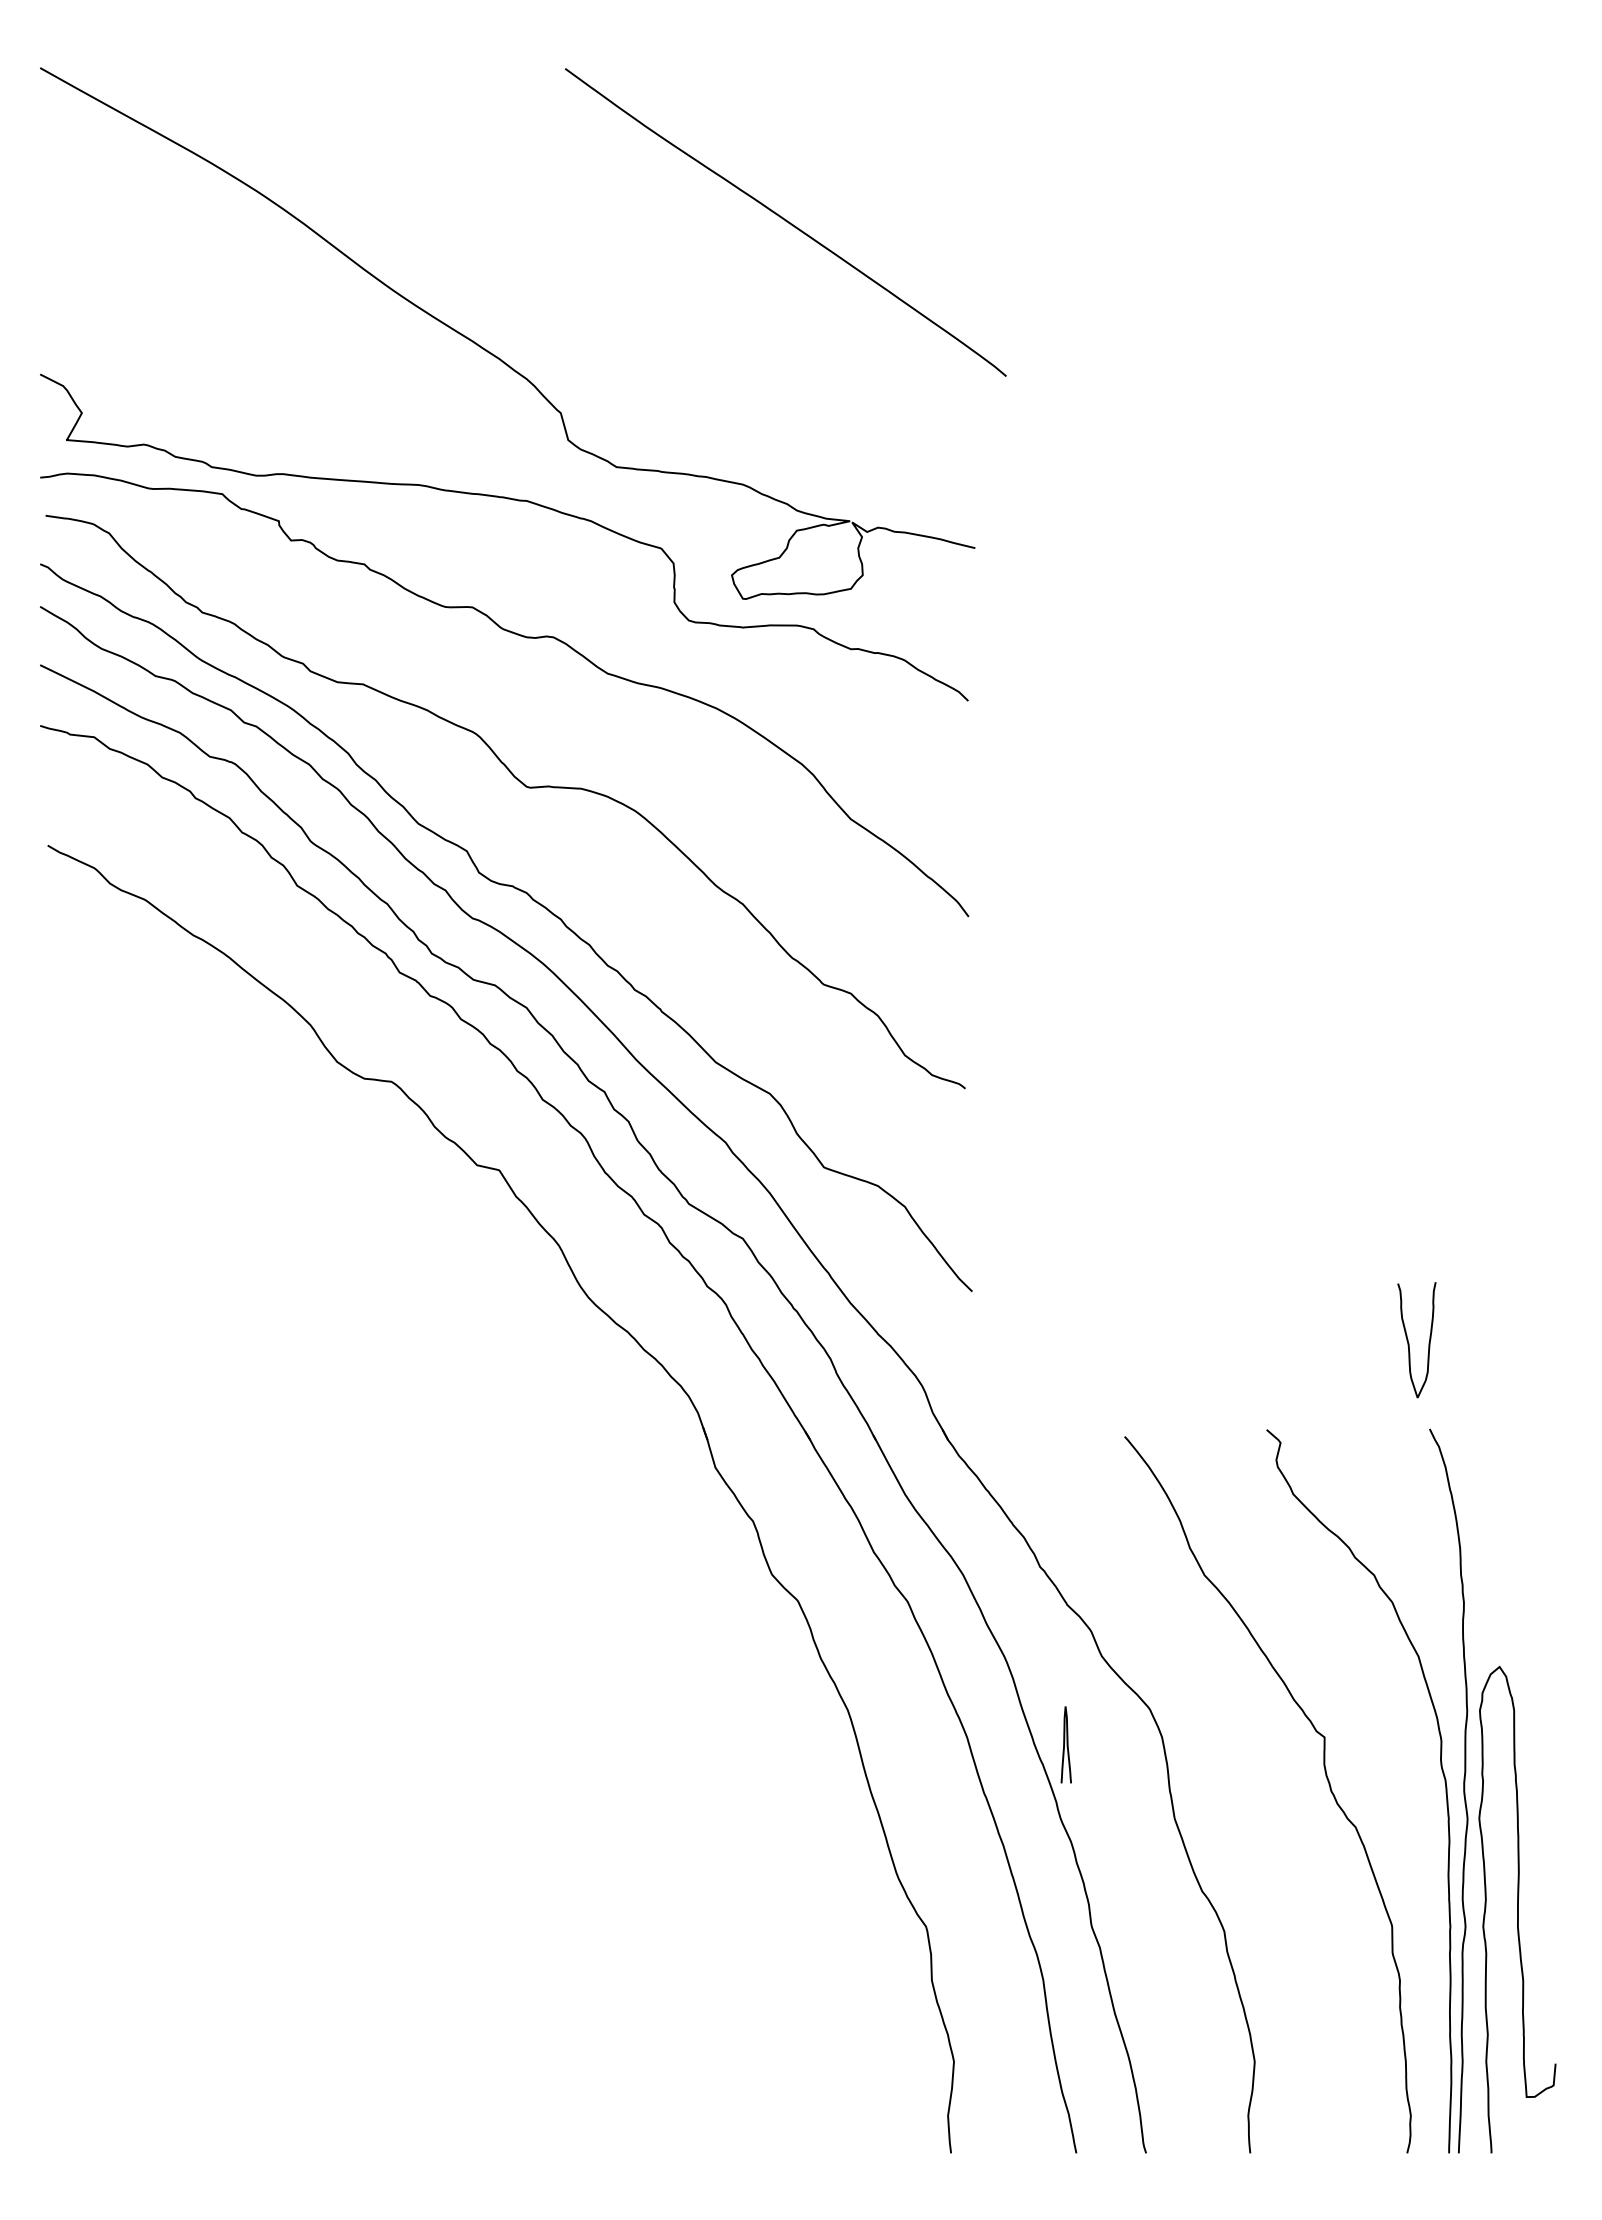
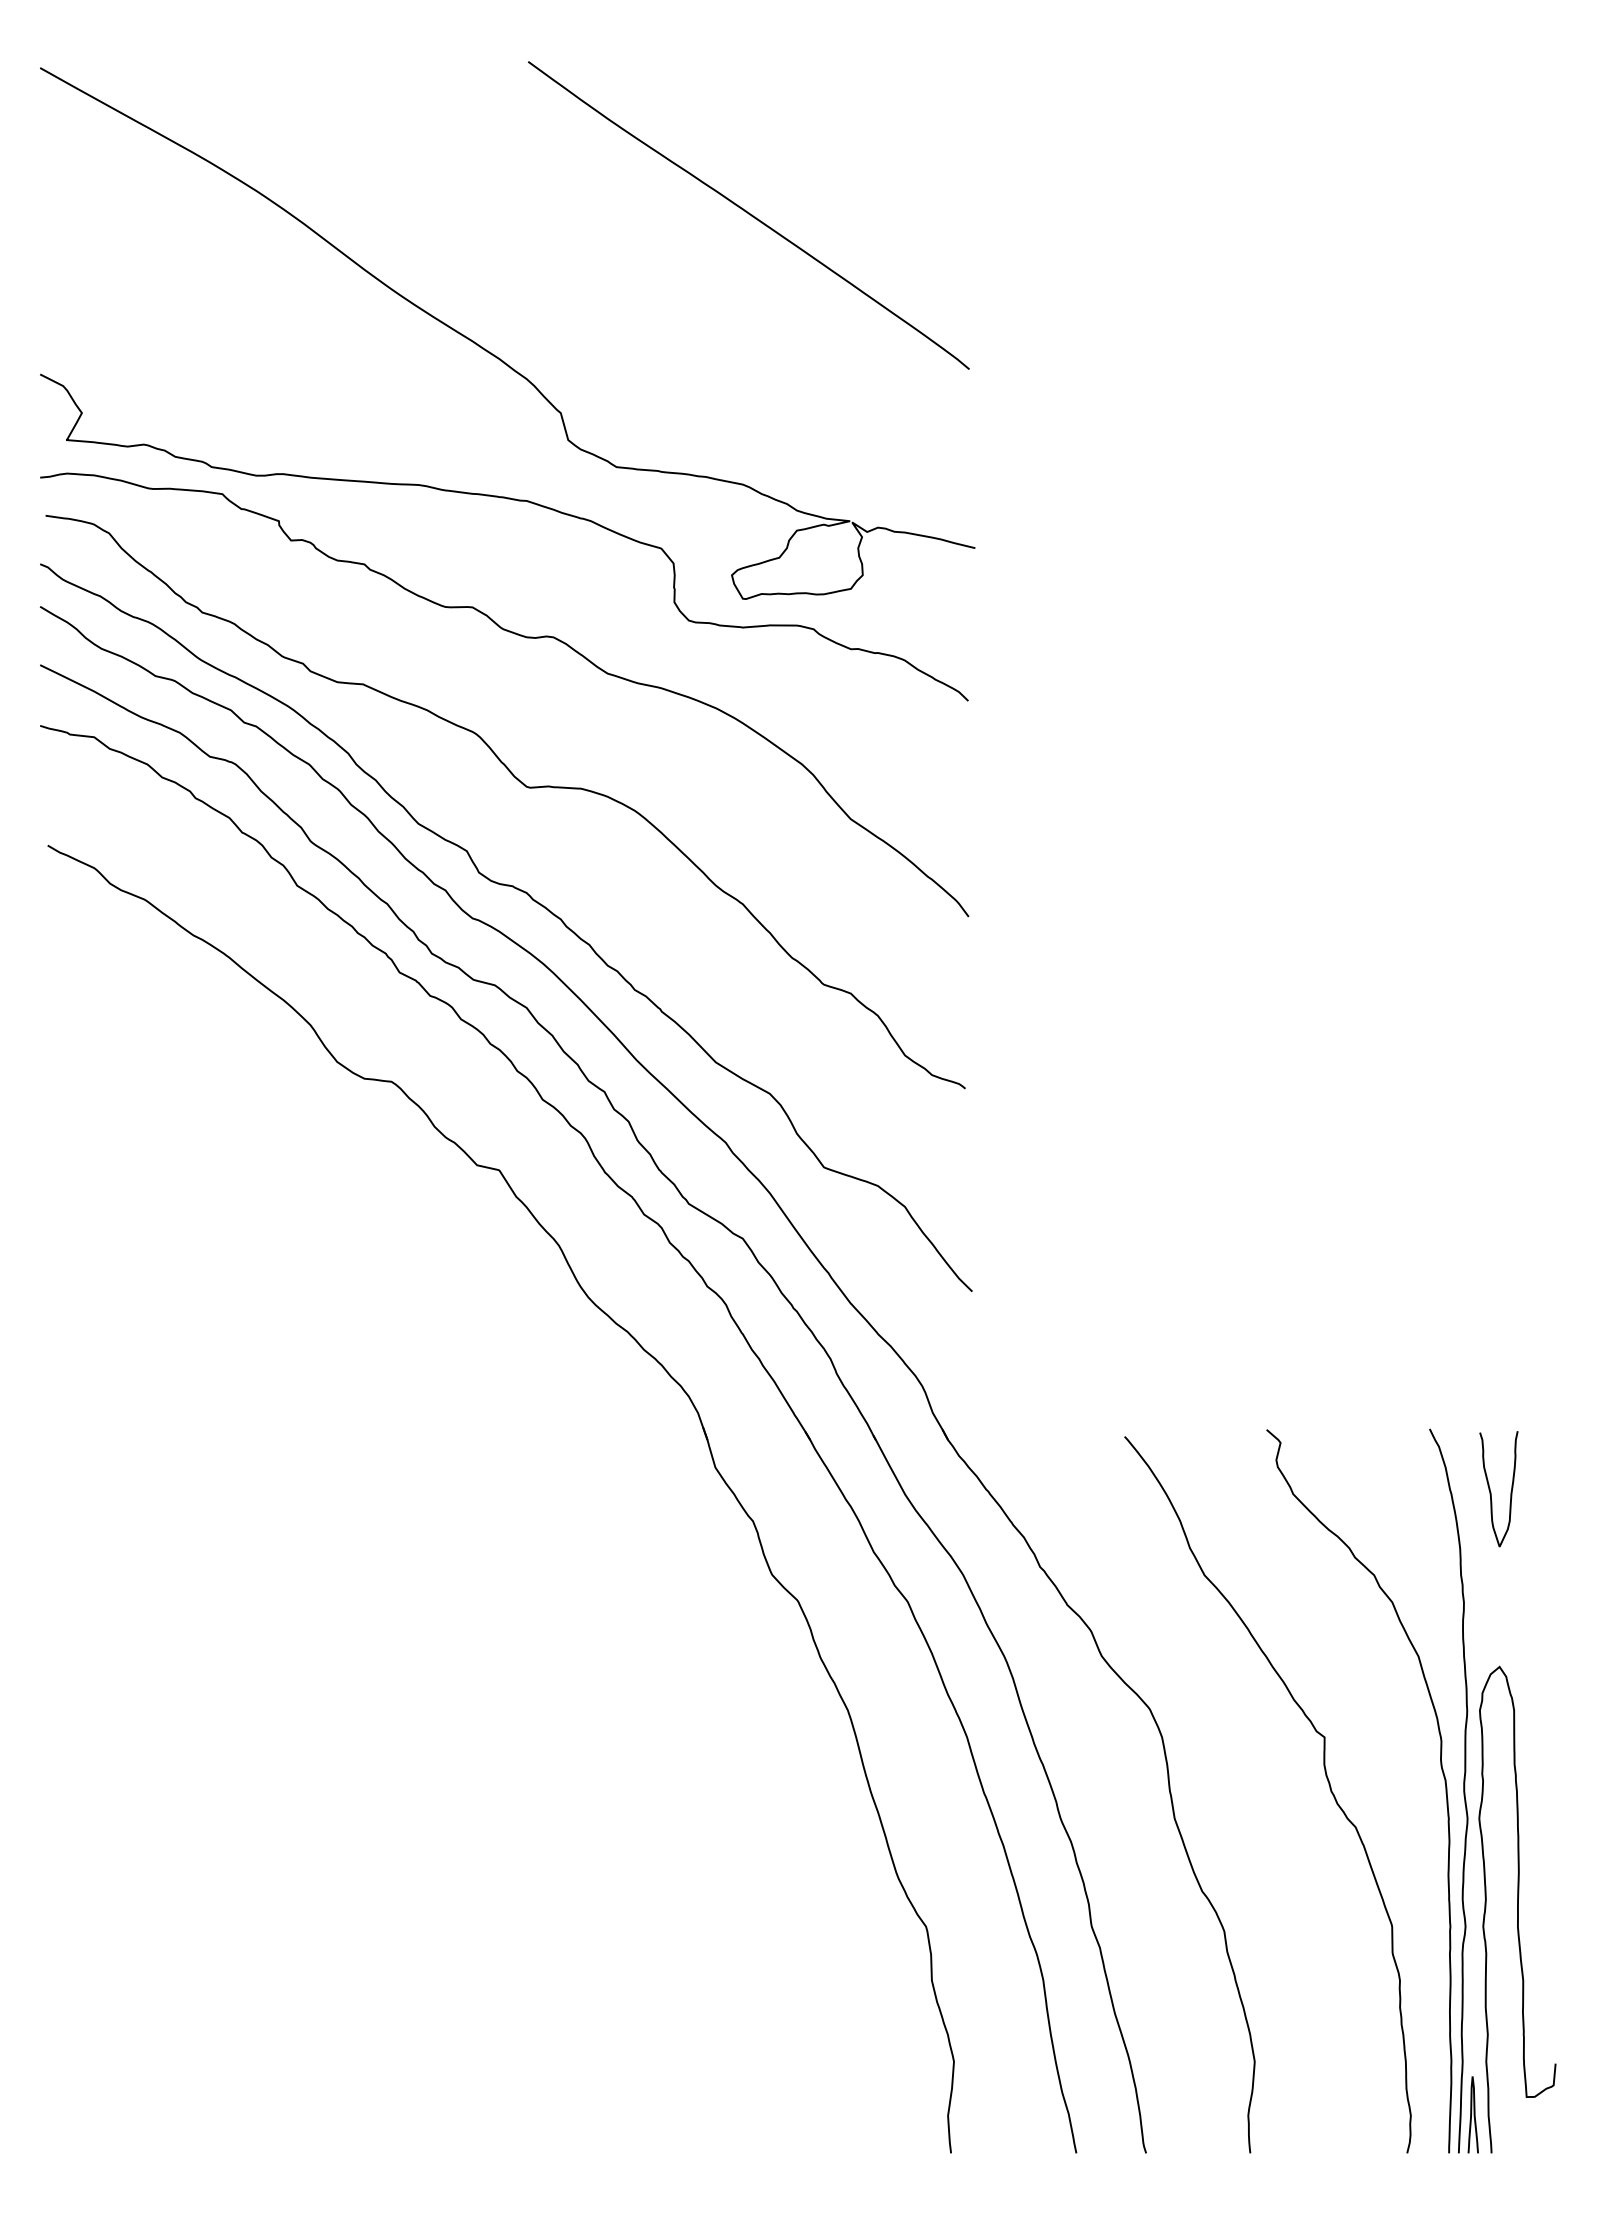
curve at (785, 221) position: (785, 221) -> (748, 214)
curve at (1409, 1343) position: (1409, 1343) -> (1491, 1492)
curve at (1064, 1744) position: (1064, 1744) -> (1471, 2114)
